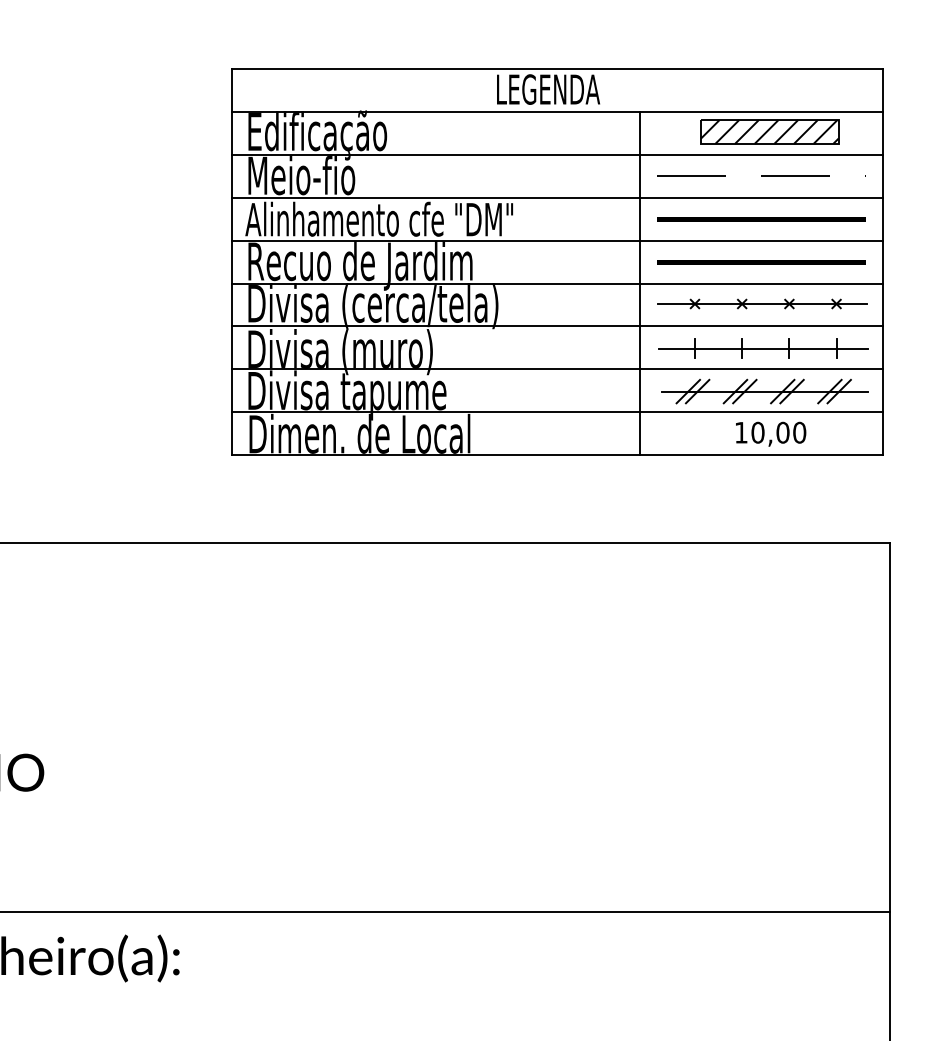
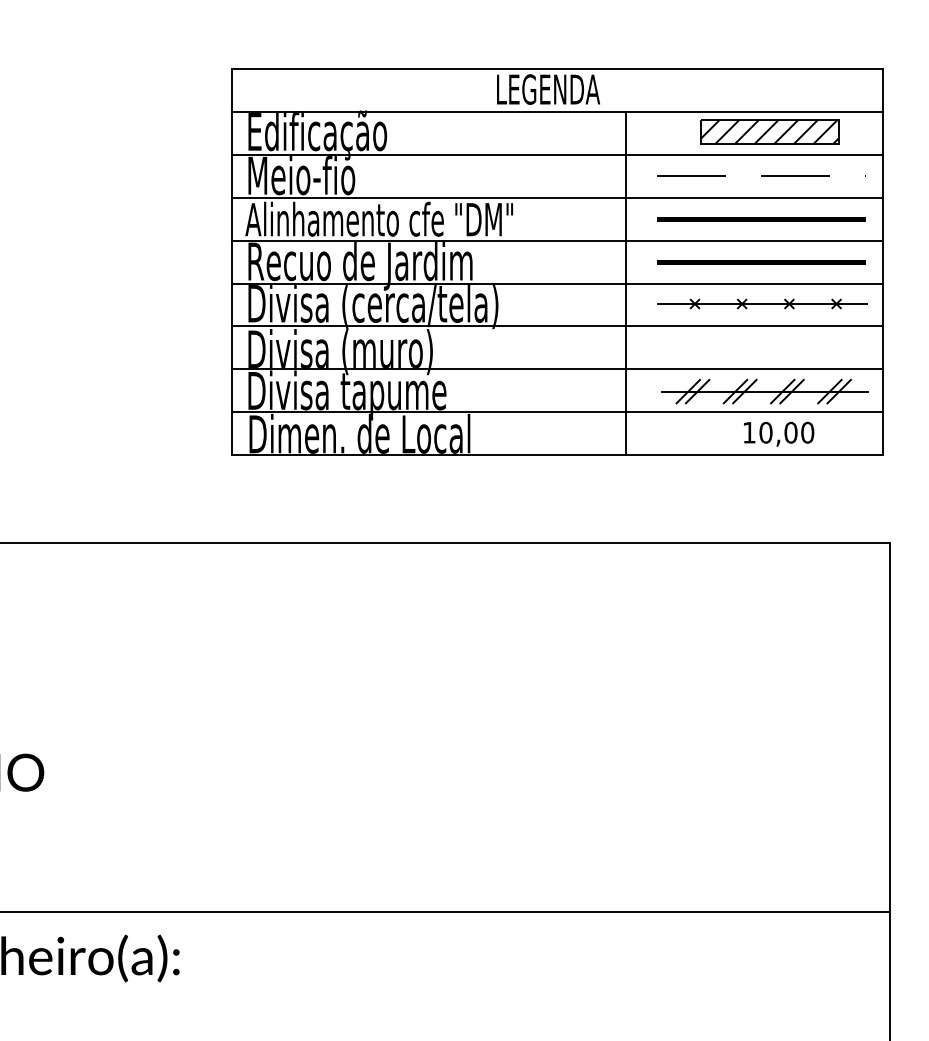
line at (640, 283) position: (640, 283) -> (626, 283)
part at (763, 348): present -> none
text at (771, 433) position: (771, 433) -> (779, 433)
